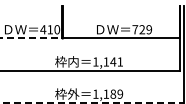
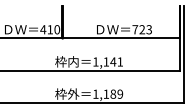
text at (149, 29): 729 -> 723
line at (31, 38): dashed -> solid
line at (91, 103): dashed -> solid
